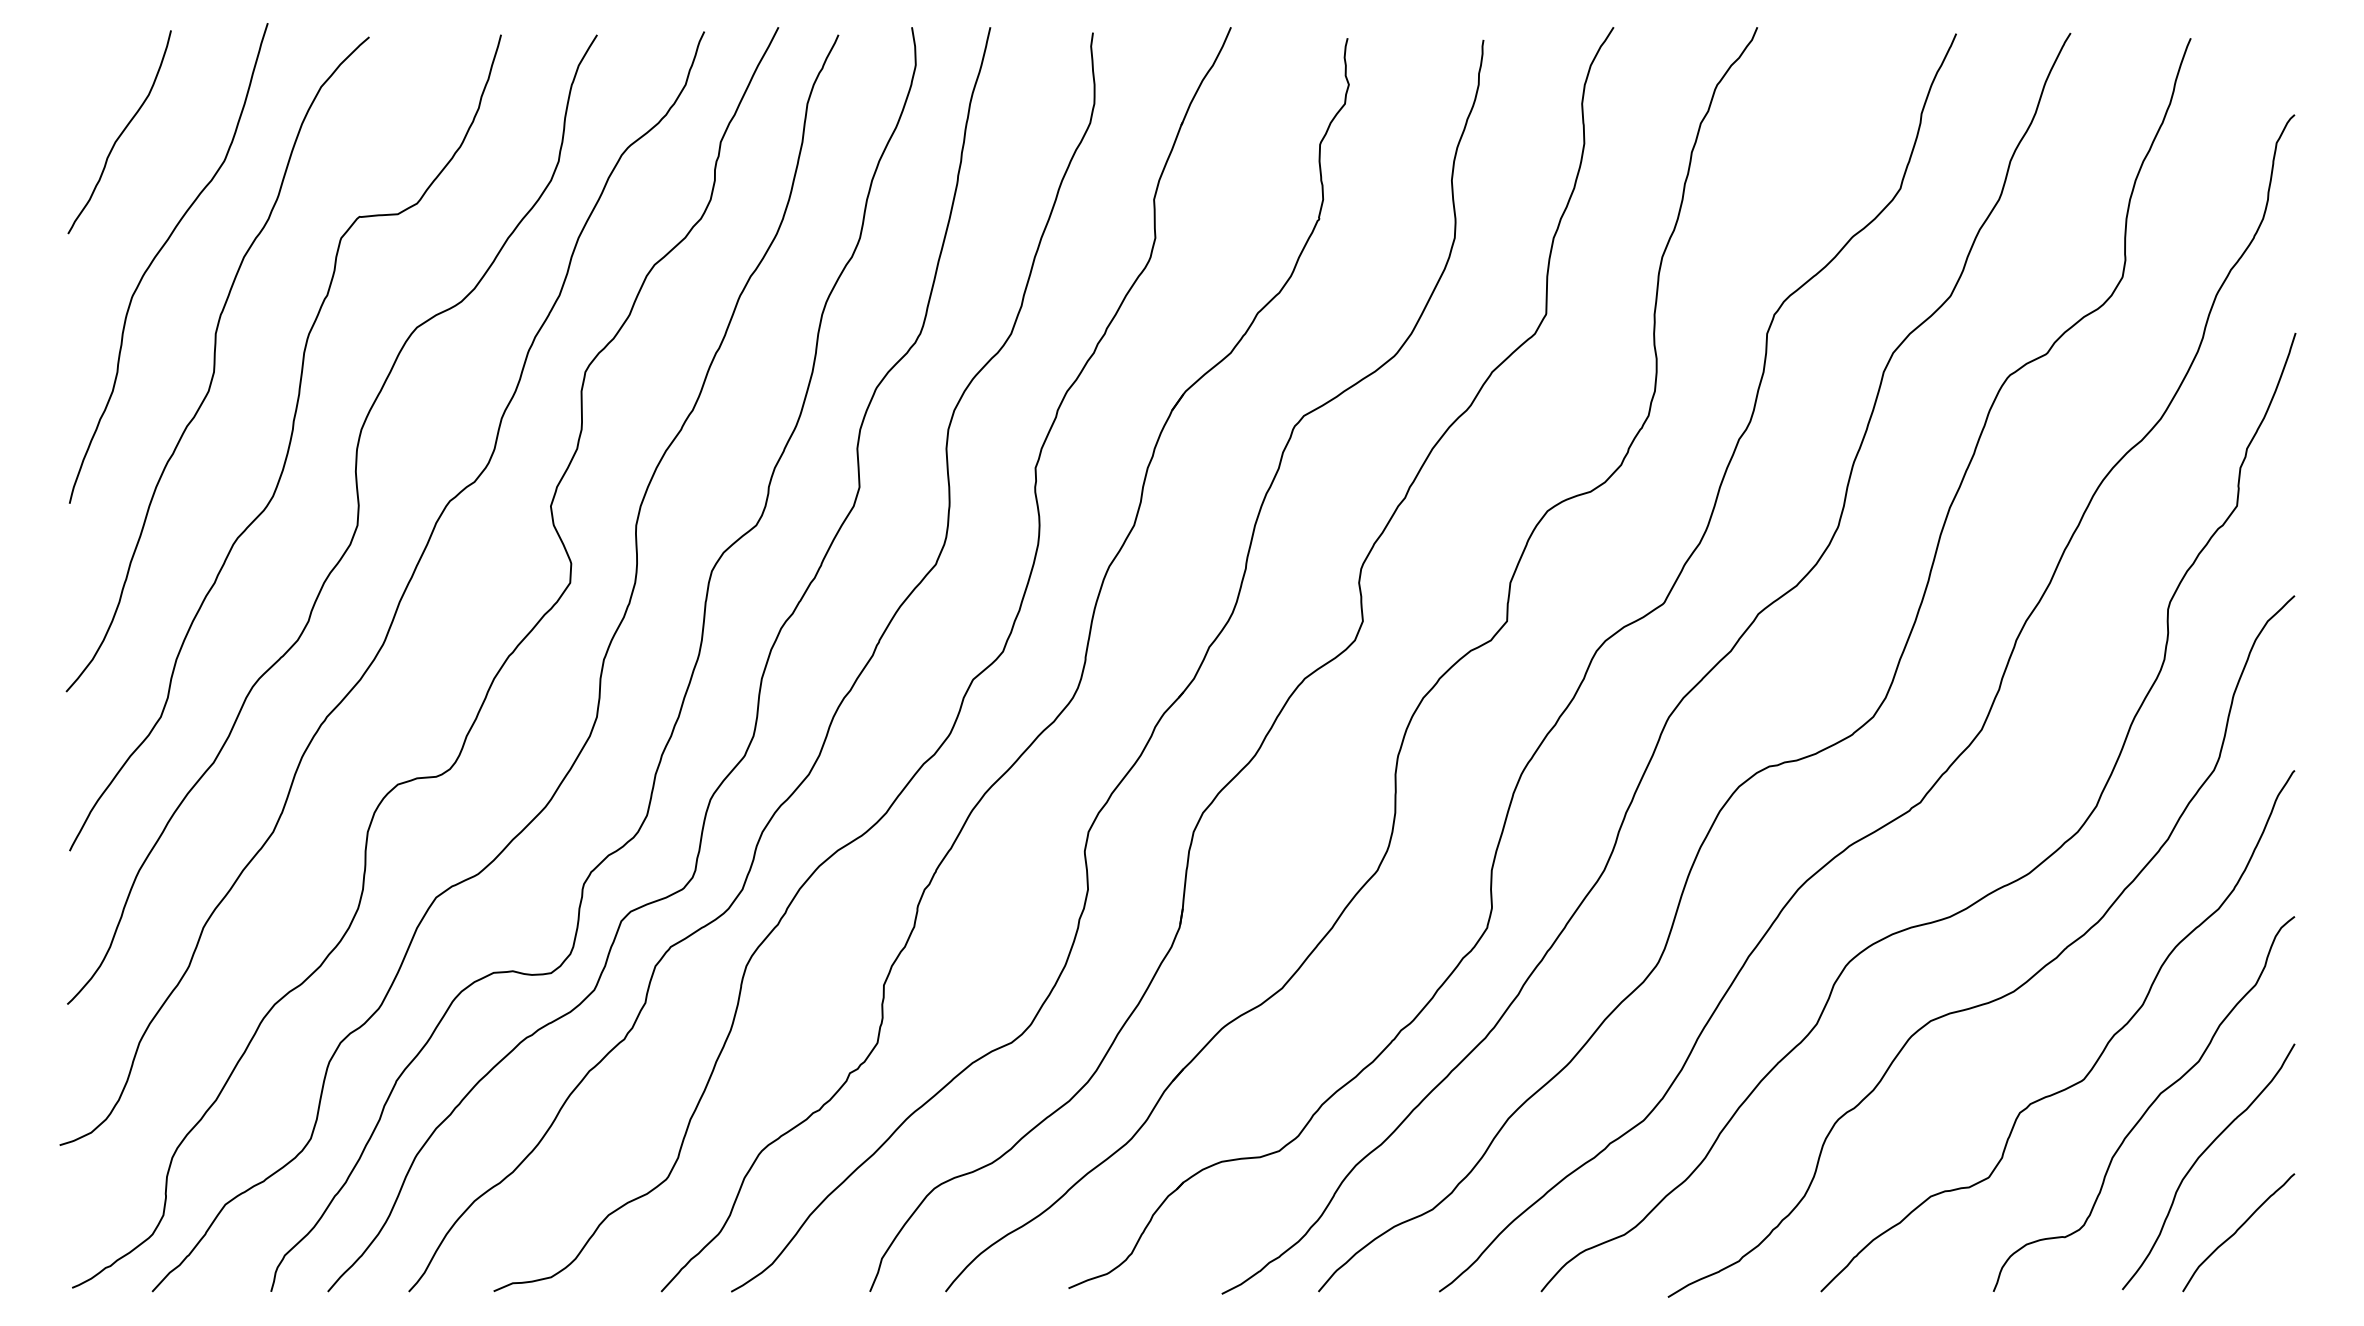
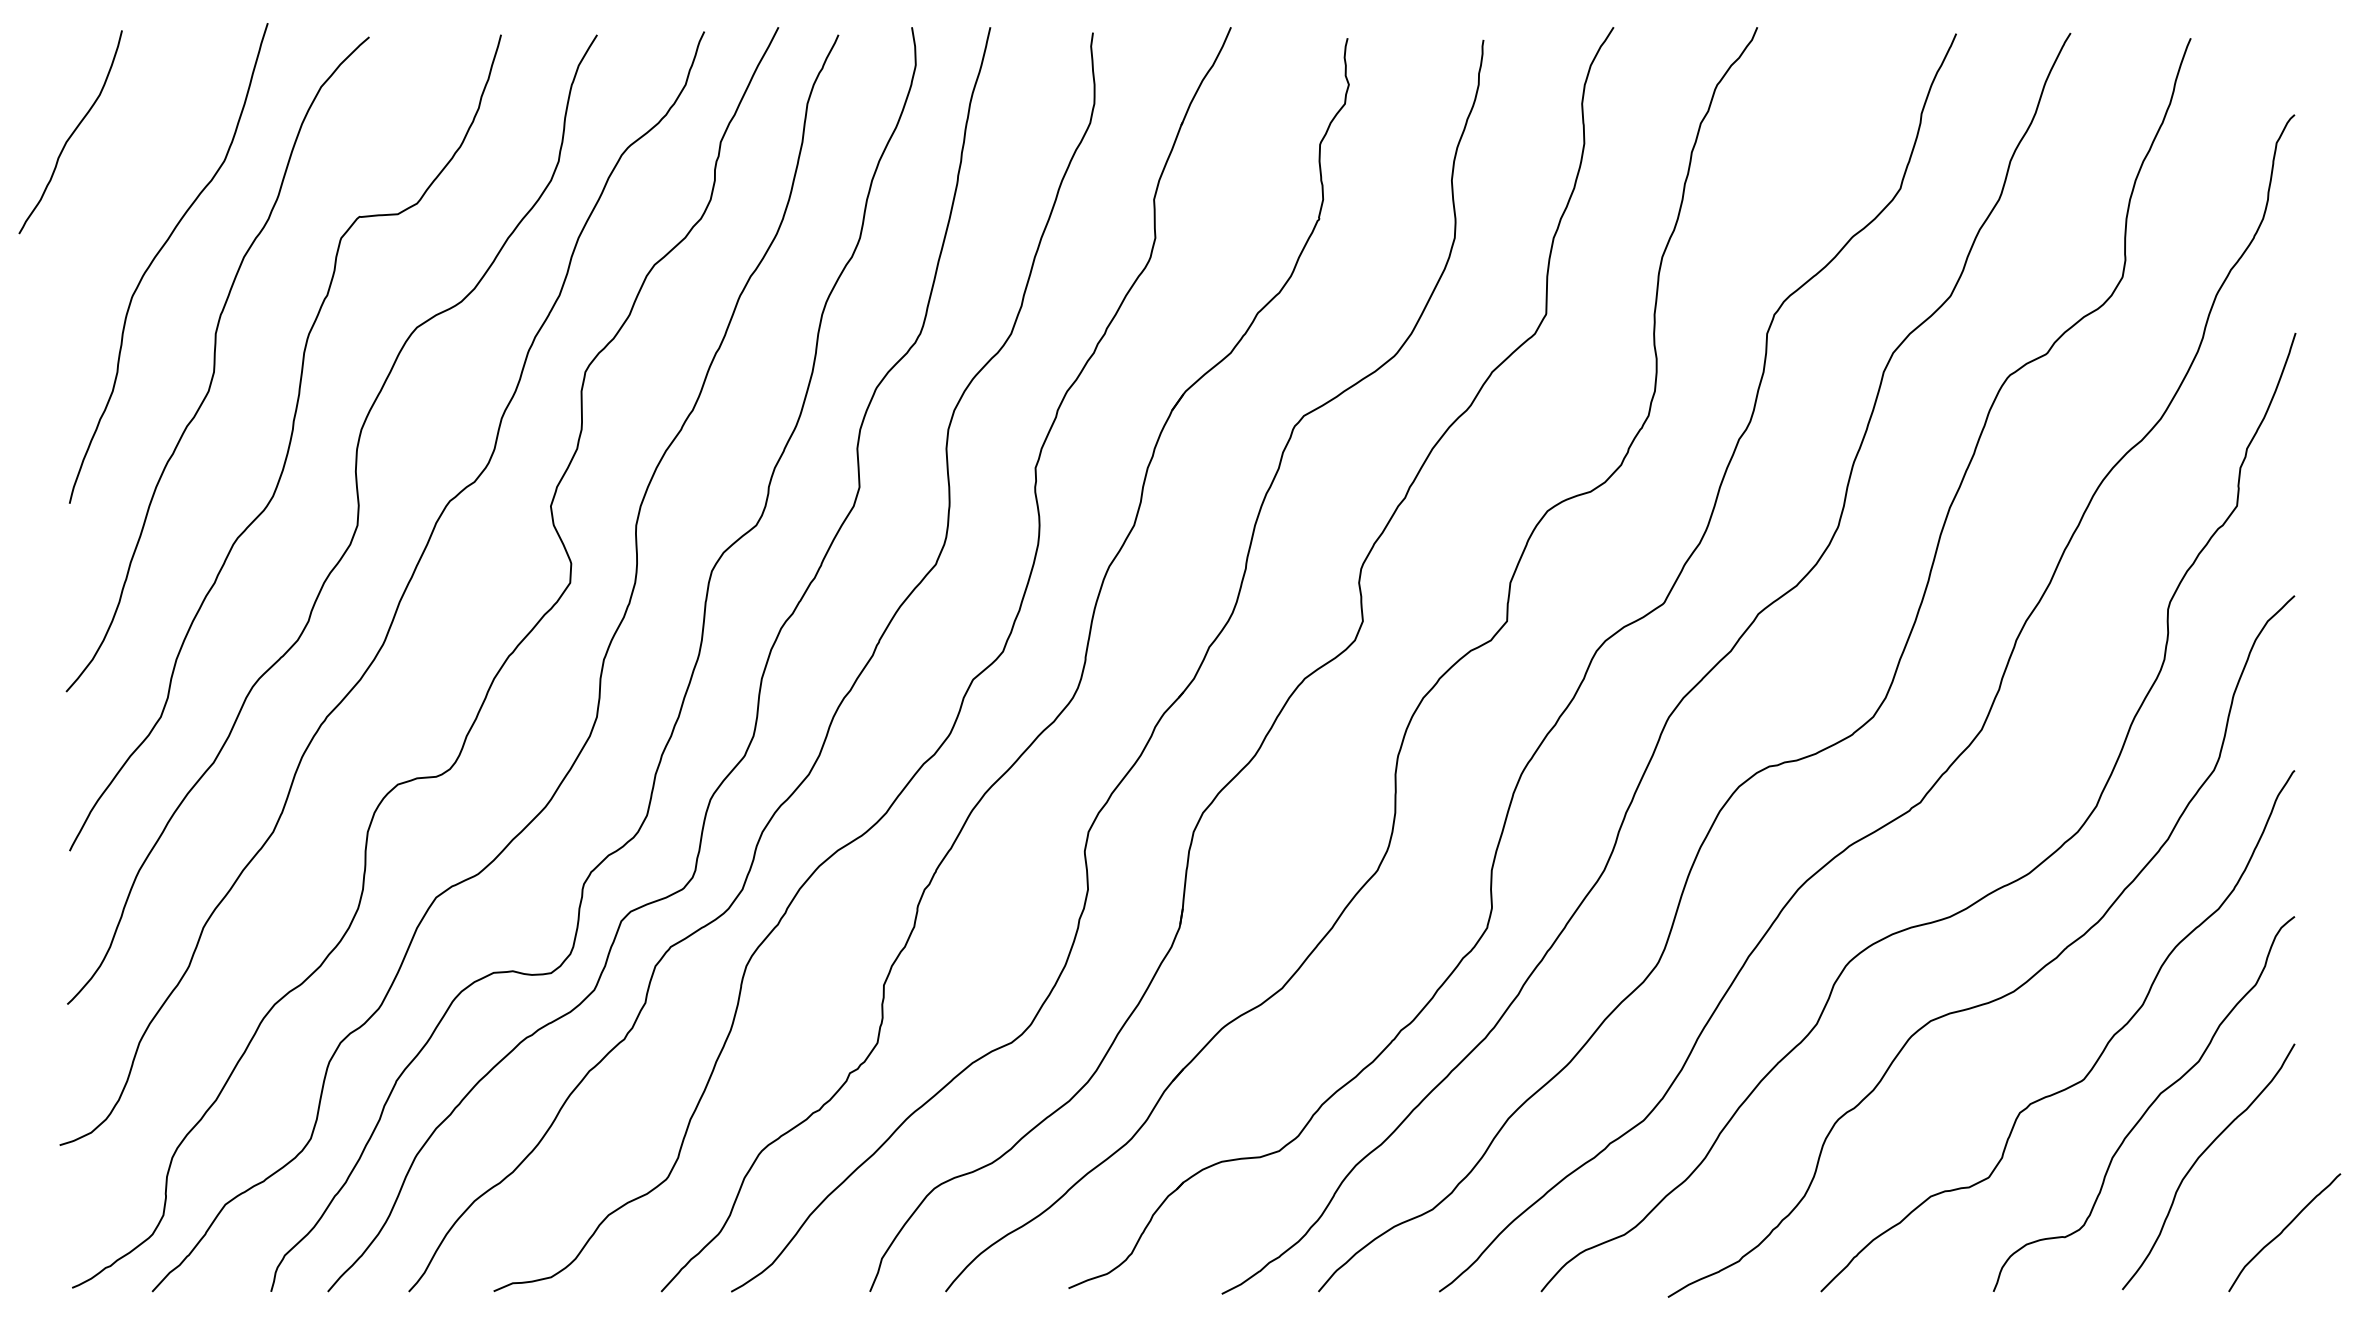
curve at (120, 133) position: (120, 133) -> (71, 133)
curve at (2237, 1231) position: (2237, 1231) -> (2283, 1231)
